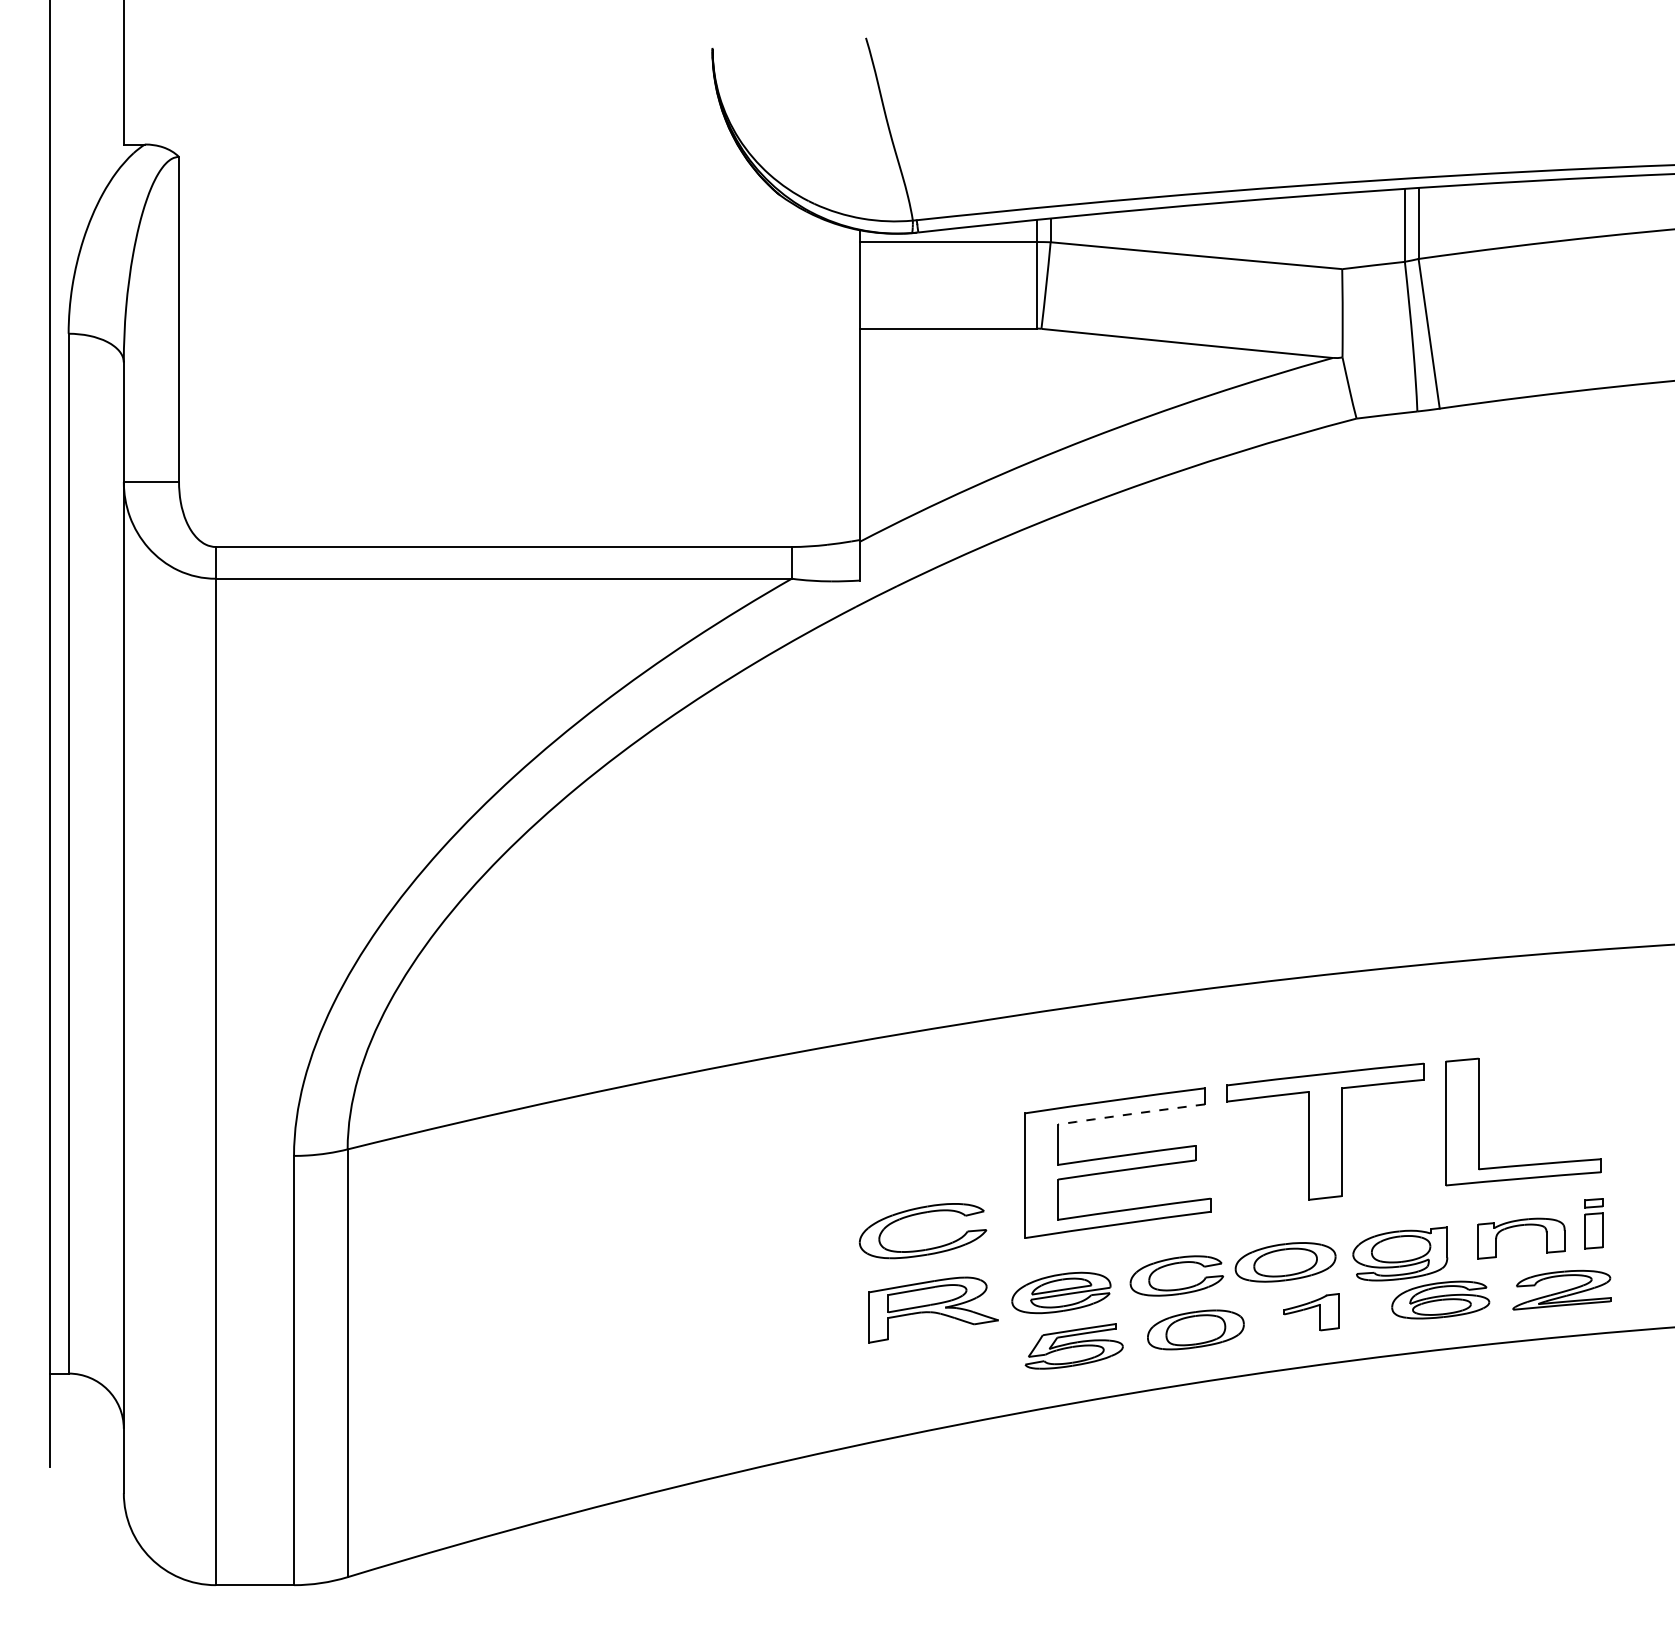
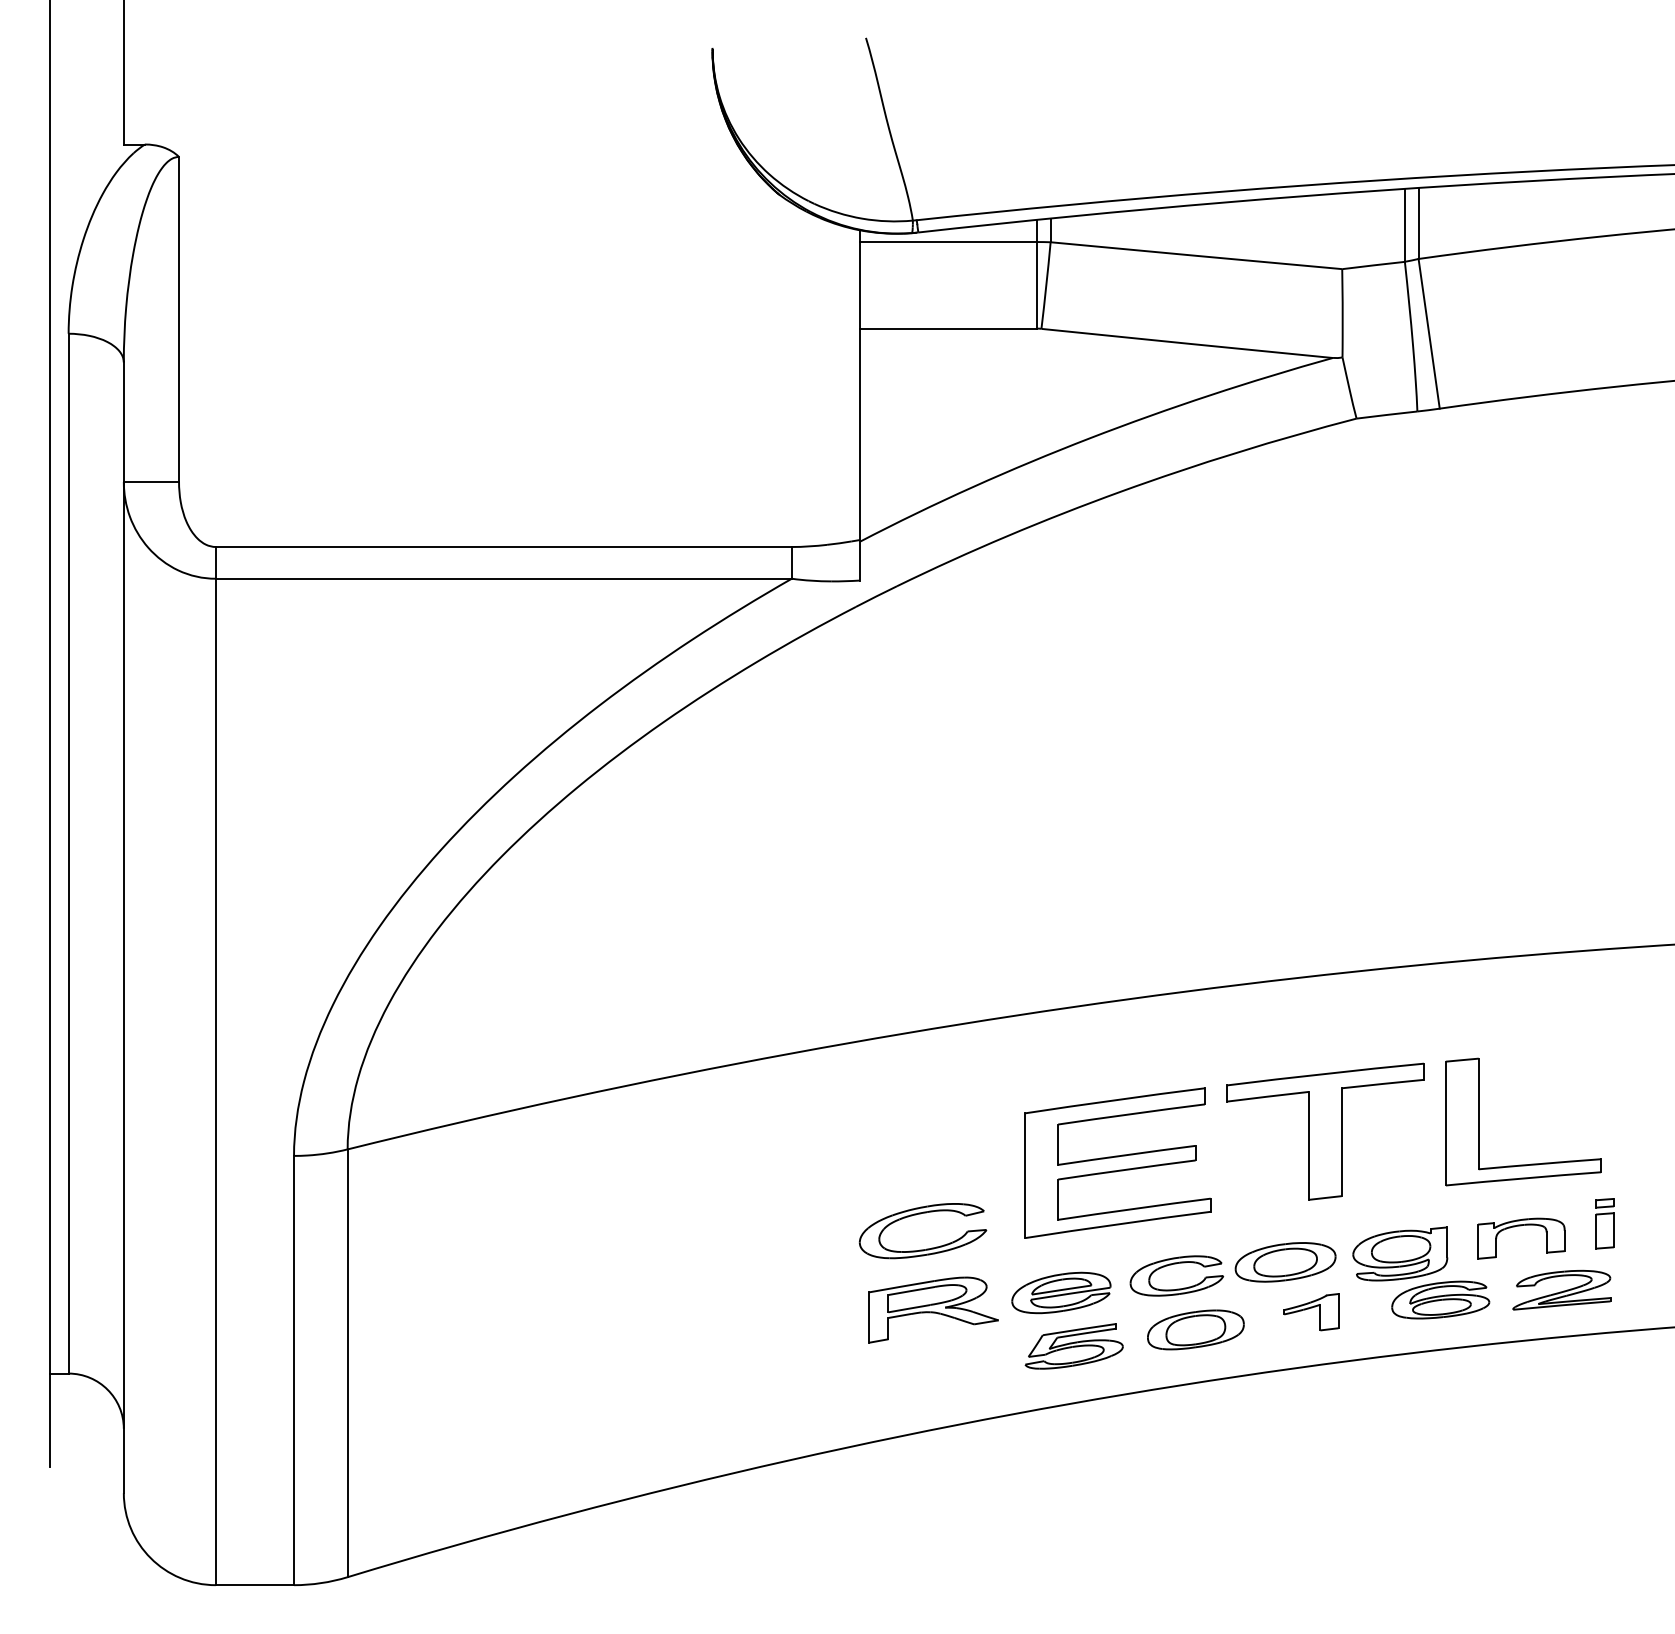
arc at (1131, 1114): dashed -> solid
part at (1593, 1223) position: (1593, 1223) -> (1604, 1223)
